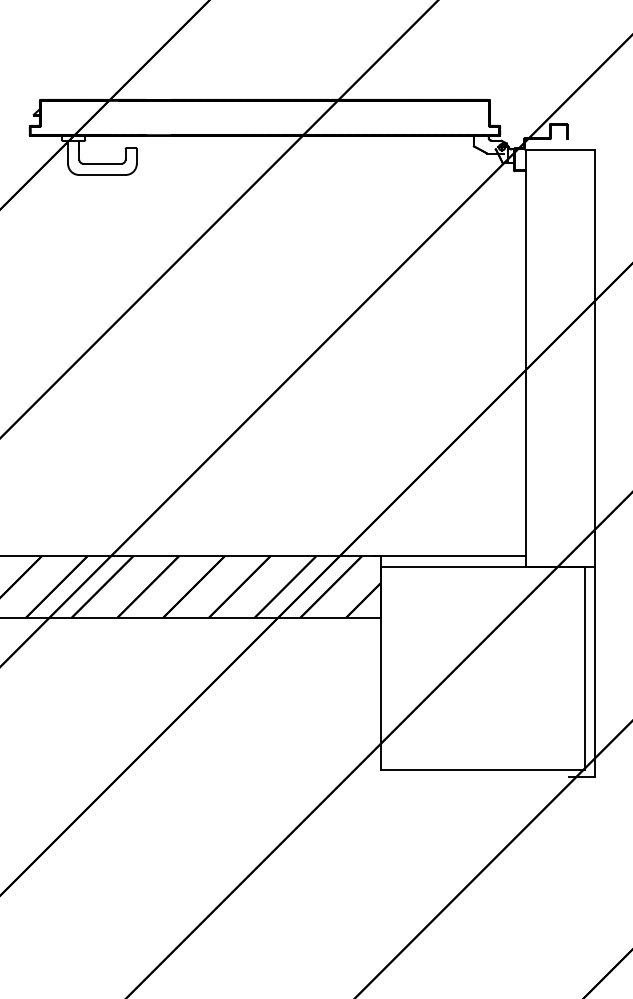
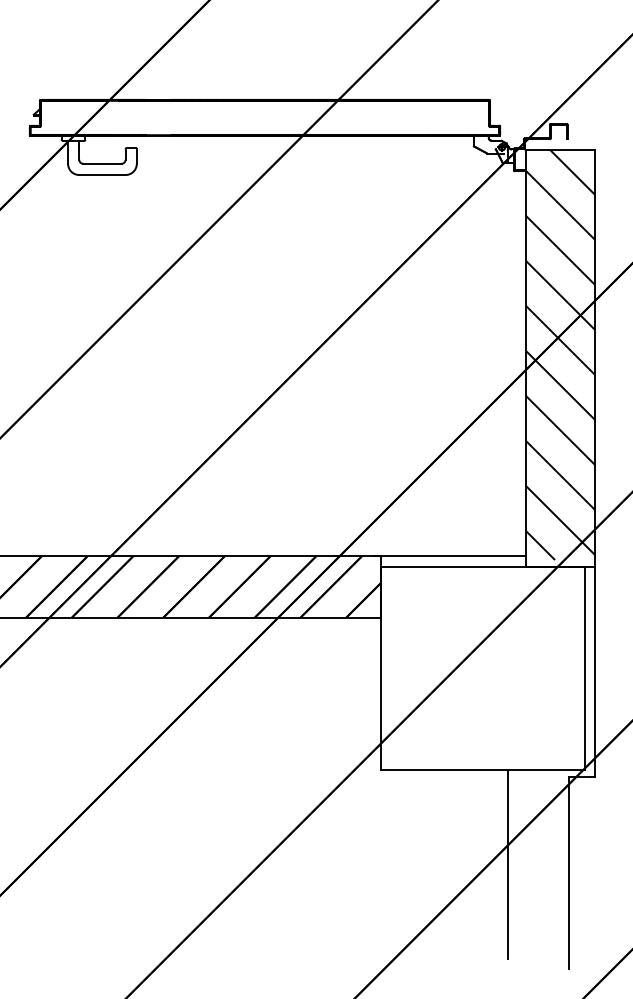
hatch at (560, 354): none -> present
line at (508, 864): none -> present
line at (569, 873): none -> present
